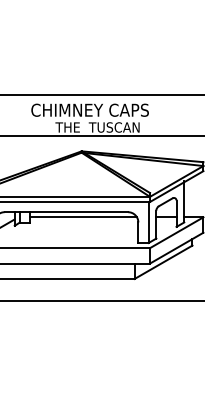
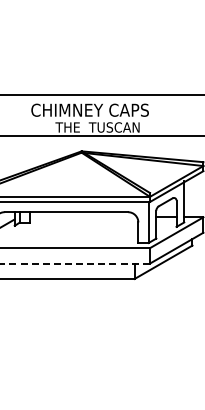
line at (82, 217): present -> none
line at (75, 263): solid -> dashed
line at (101, 300): present -> none
